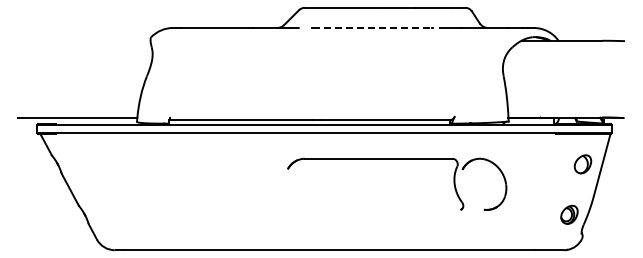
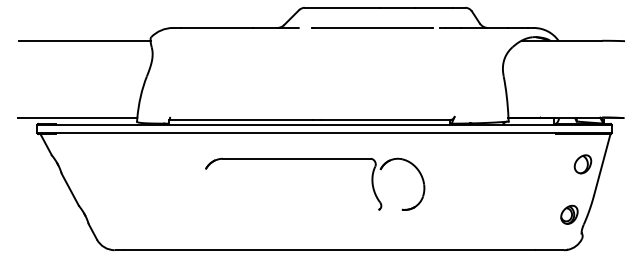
line at (373, 28): dashed -> solid
line at (84, 40): none -> present
part at (397, 159) position: (397, 159) -> (315, 159)
